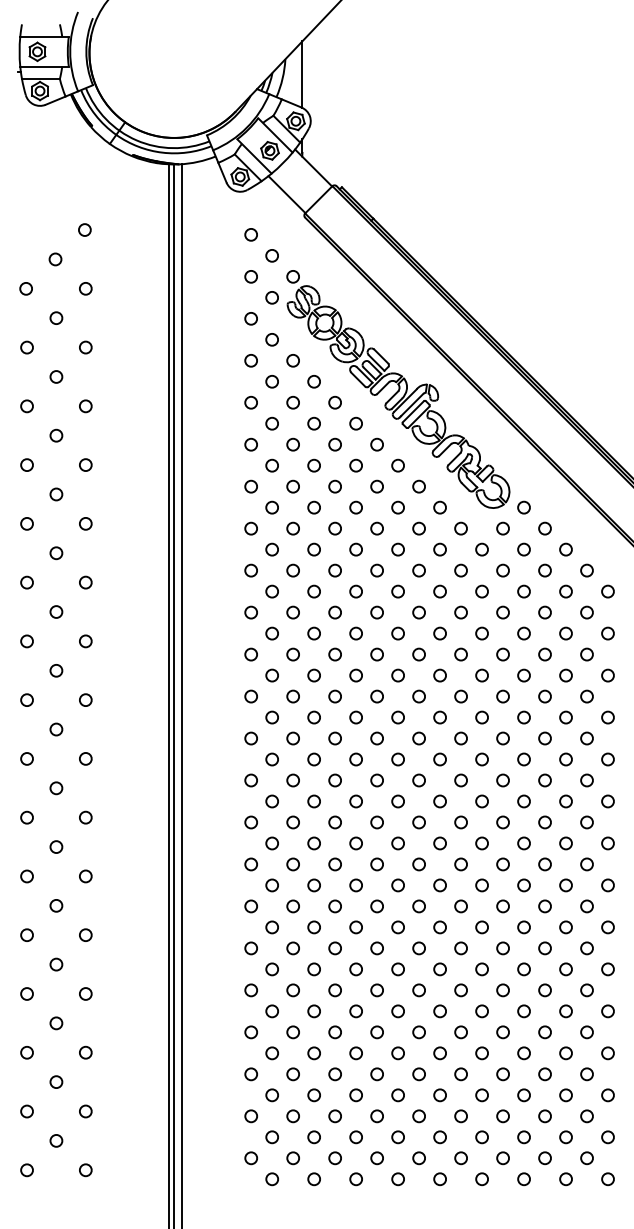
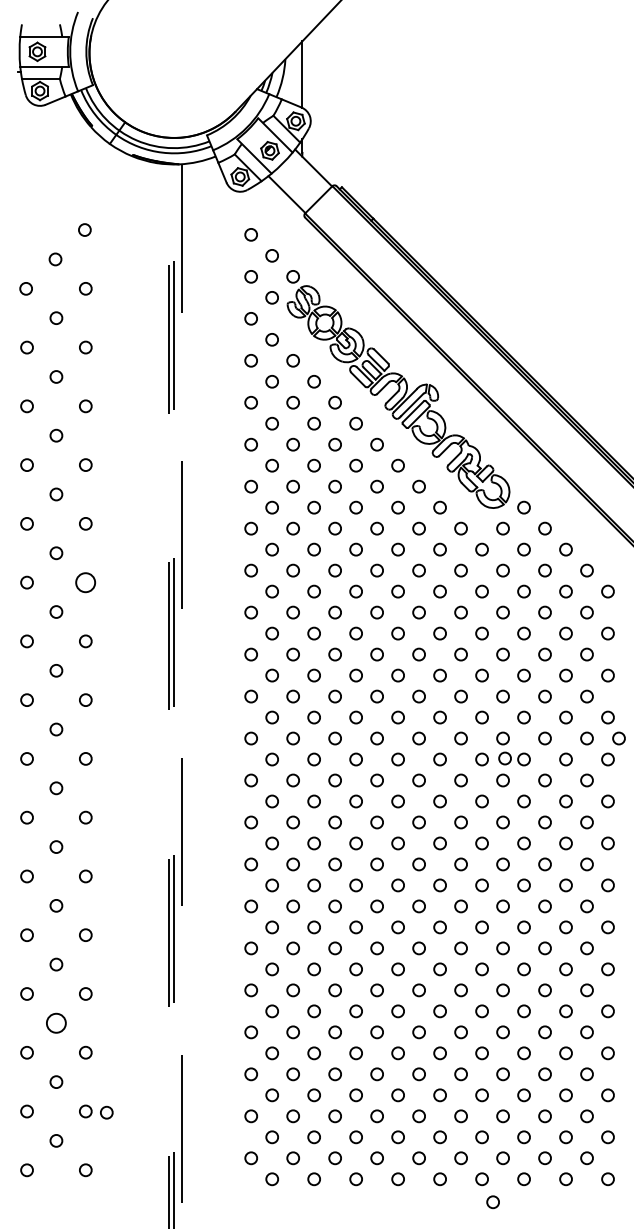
circle at (85, 582) size: 14x15 px -> 22x22 px
line at (168, 696): solid -> dashed
line at (174, 696): solid -> dashed
line at (181, 696): solid -> dashed
circle at (618, 738): none -> present
circle at (504, 758): none -> present
circle at (56, 1023) size: 15x15 px -> 21x22 px
circle at (106, 1112): none -> present
circle at (492, 1202): none -> present
